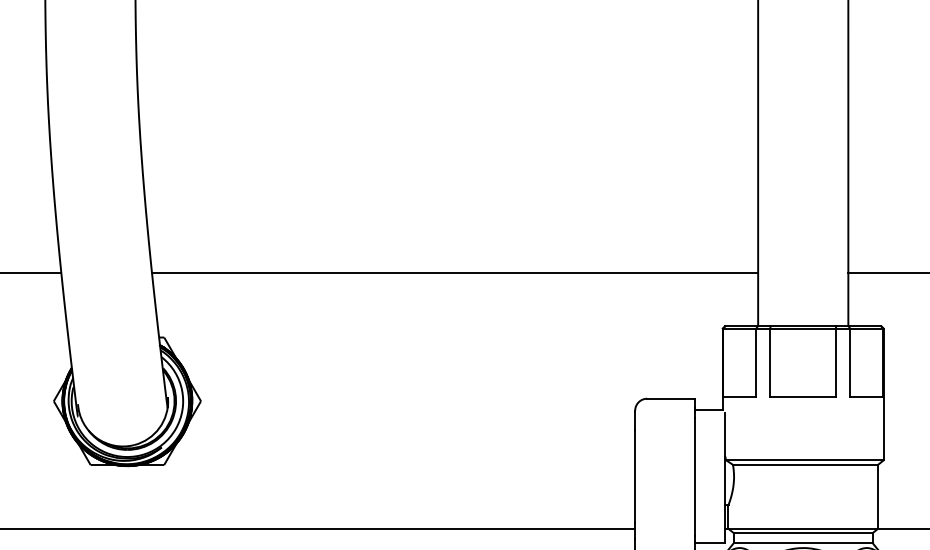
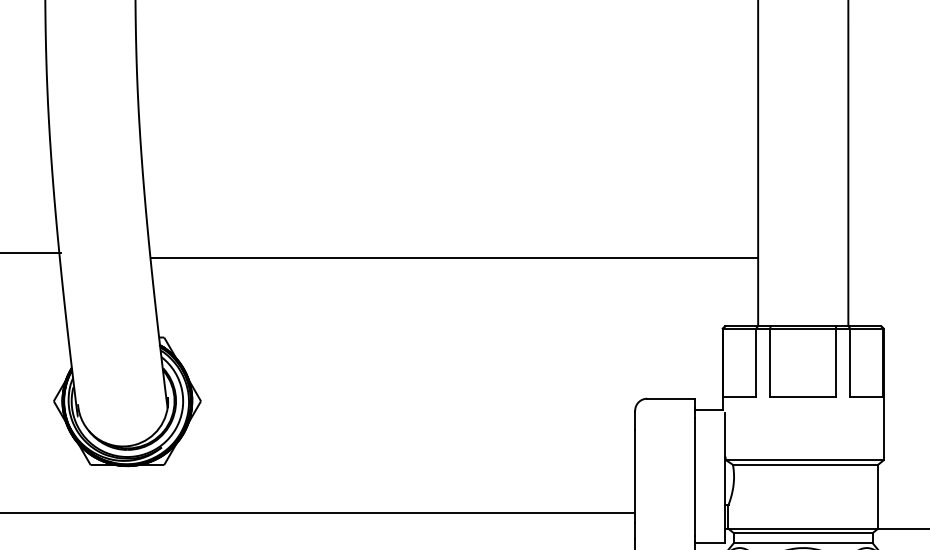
line at (31, 273) position: (31, 273) -> (31, 253)
line at (455, 273) position: (455, 273) -> (455, 258)
line at (887, 273): present -> none
line at (318, 529) position: (318, 529) -> (318, 513)
